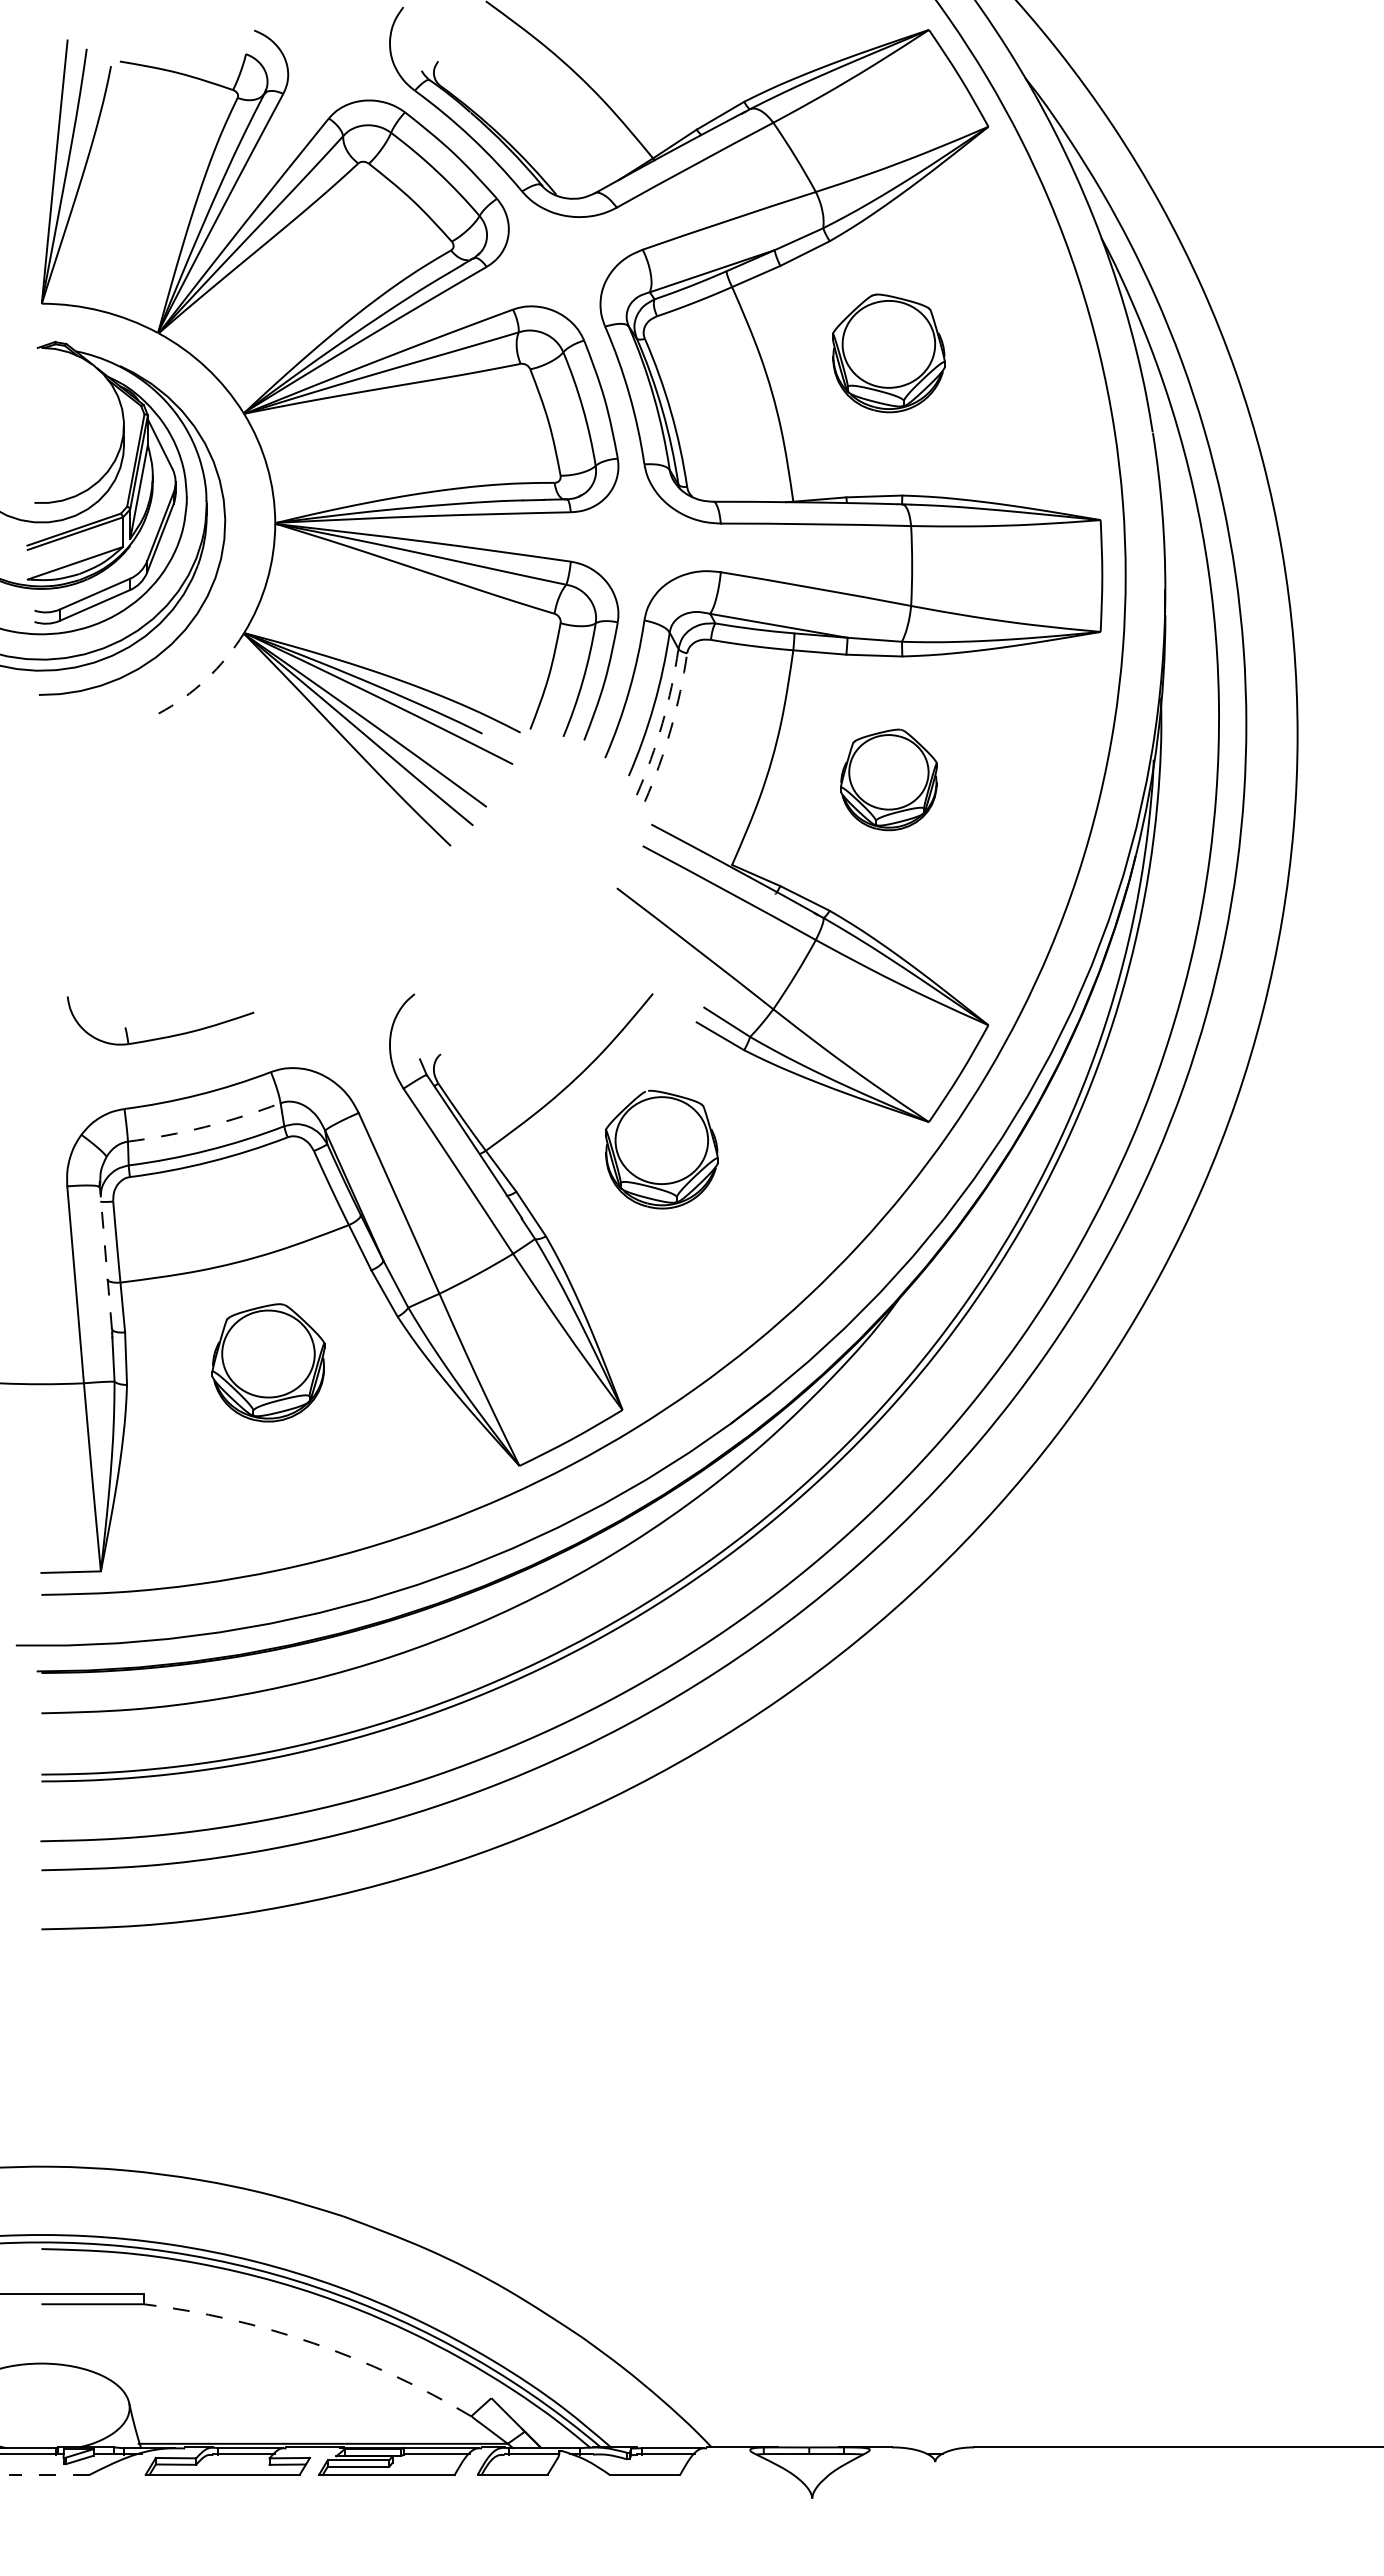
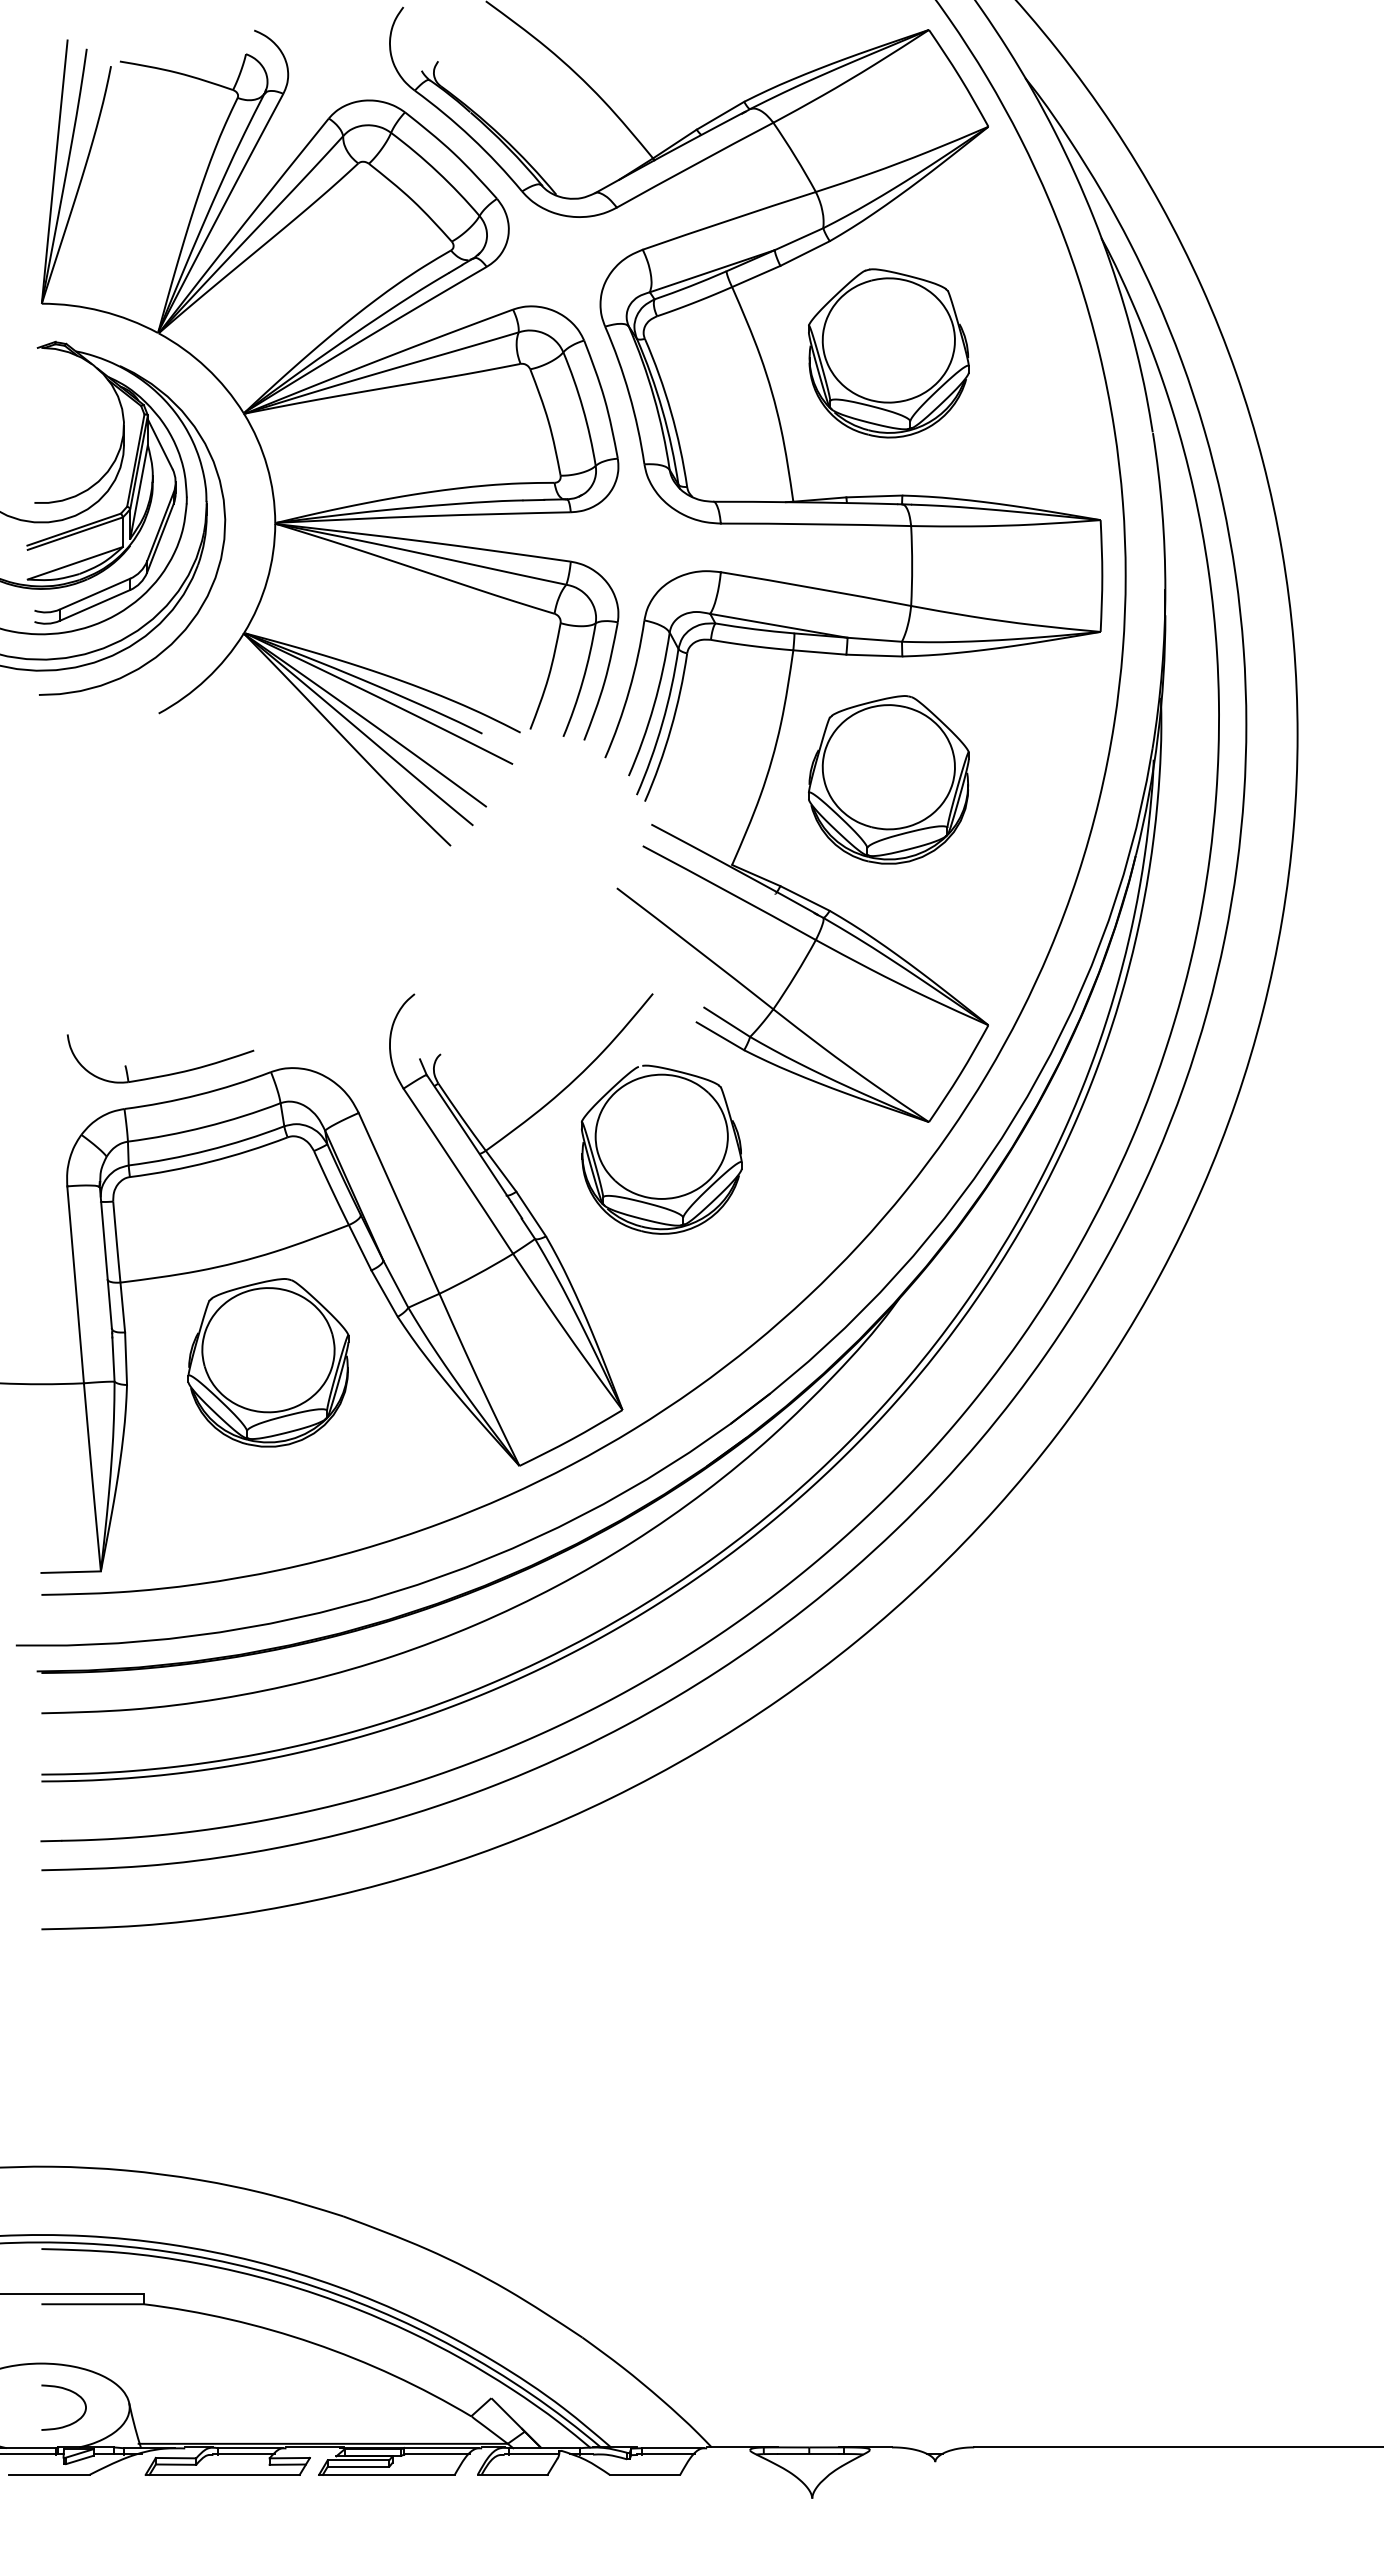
part at (888, 353) size: 114x121 px -> 162x171 px
arc at (206, 679): dashed -> solid
arc at (662, 723): dashed -> solid
arc at (670, 728): dashed -> solid
part at (888, 779) size: 98x104 px -> 162x170 px
part at (164, 1036) position: (164, 1036) -> (164, 1074)
arc at (205, 1126): dashed -> solid
part at (661, 1149) size: 114x121 px -> 162x171 px
line at (105, 1257): dashed -> solid
part at (268, 1362) size: 115x120 px -> 163x170 px
arc at (313, 2343): dashed -> solid
curve at (71, 2392): none -> present
line at (49, 2474): dashed -> solid
